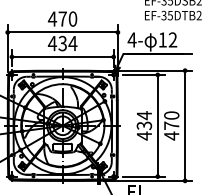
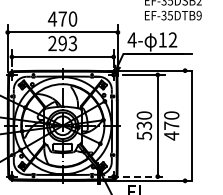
text at (198, 15): EF-35DTB2 -> EF-35DTB9
text at (62, 43): 434 -> 293
text at (144, 125): 434 -> 530
line at (185, 125) position: (185, 125) -> (192, 125)
line at (143, 176): solid -> dashed
